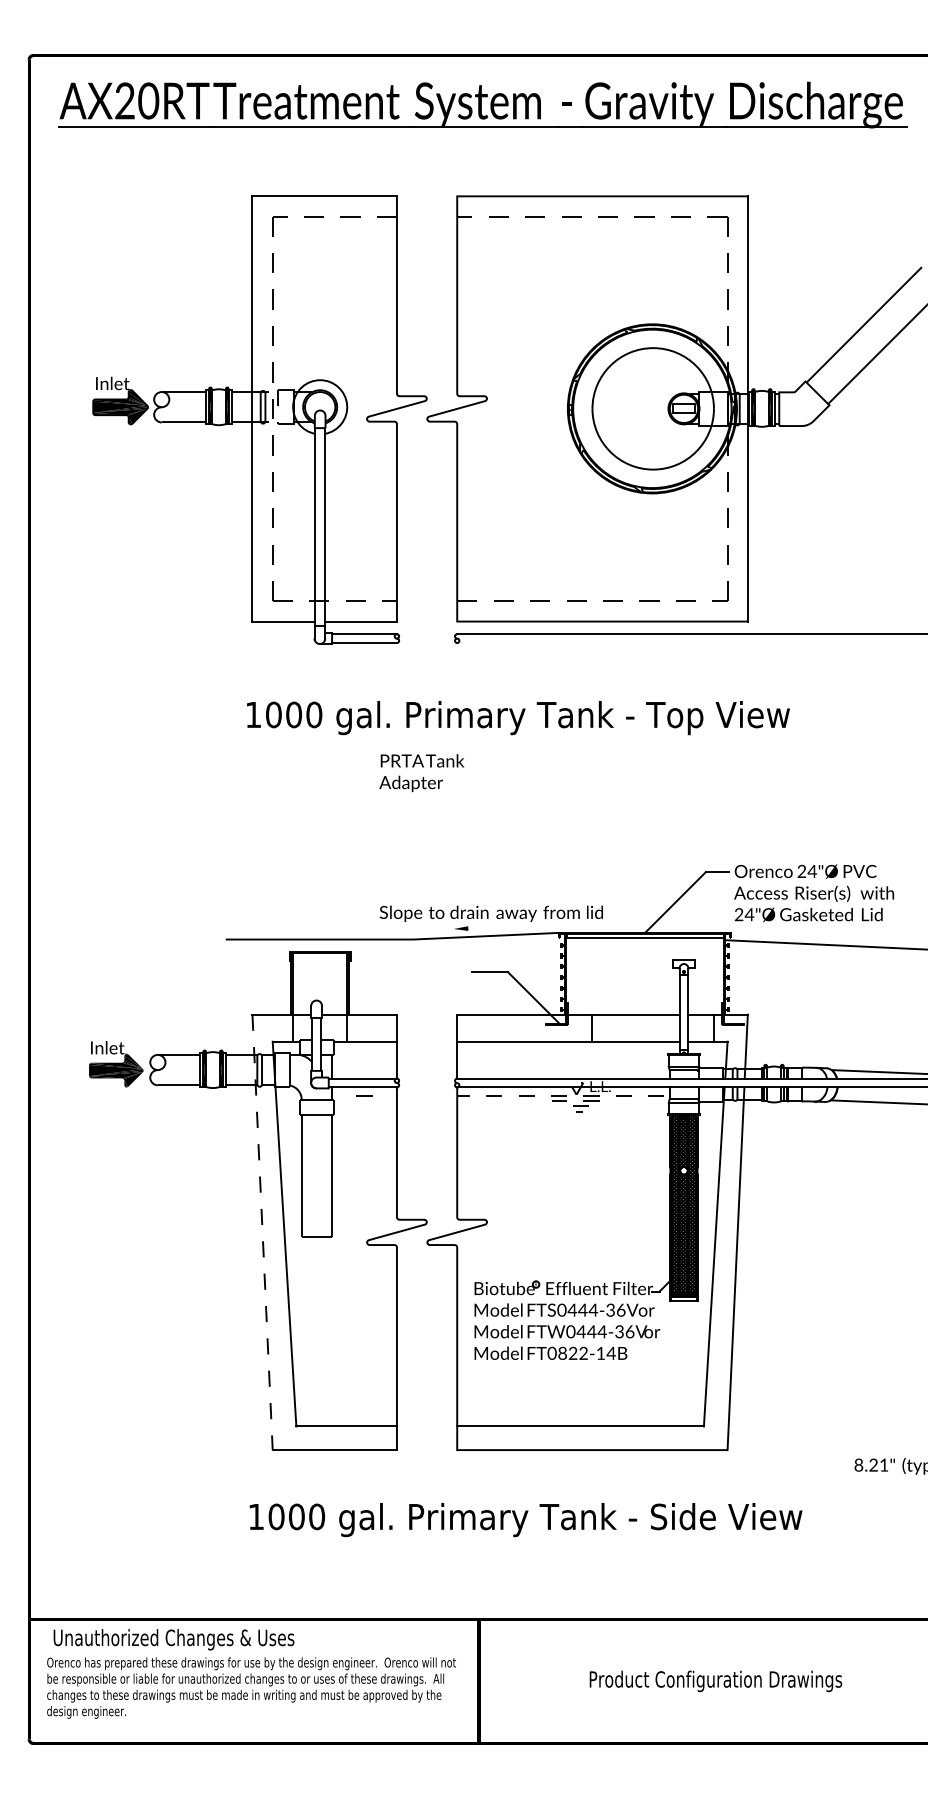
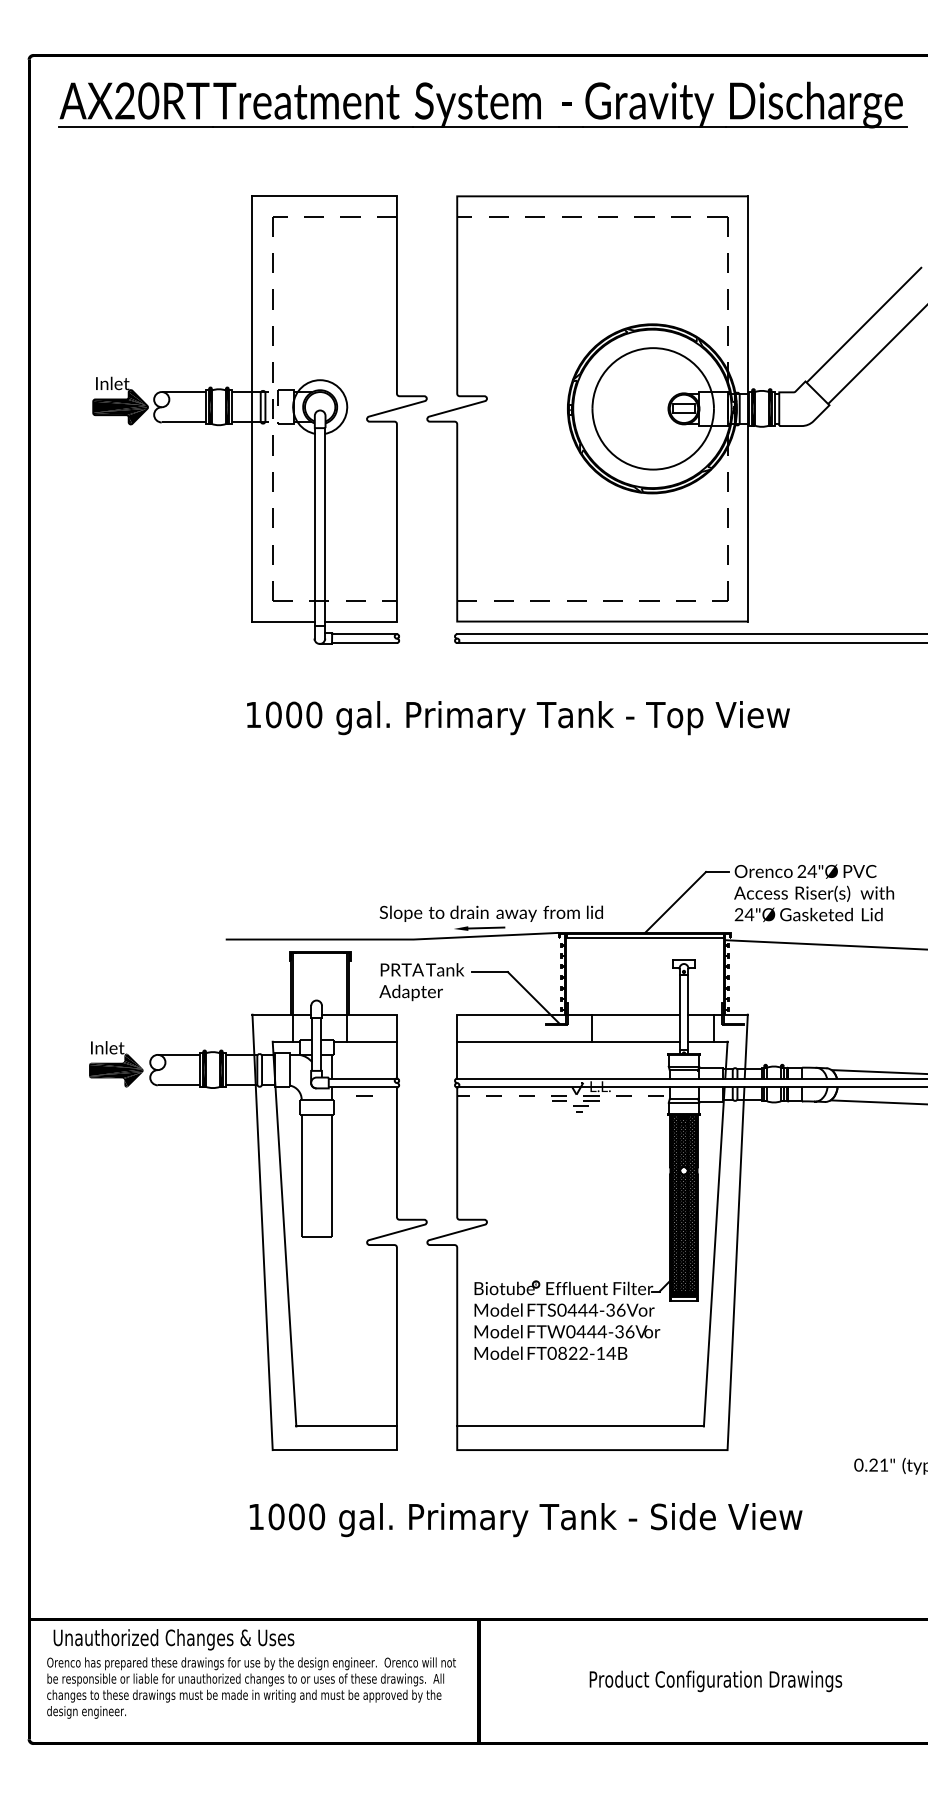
line at (690, 643): none -> present
text at (421, 773) position: (421, 773) -> (421, 982)
line at (486, 927): none -> present
line at (262, 1232): dashed -> solid
text at (858, 1465): 8.21" -> 0.21"
